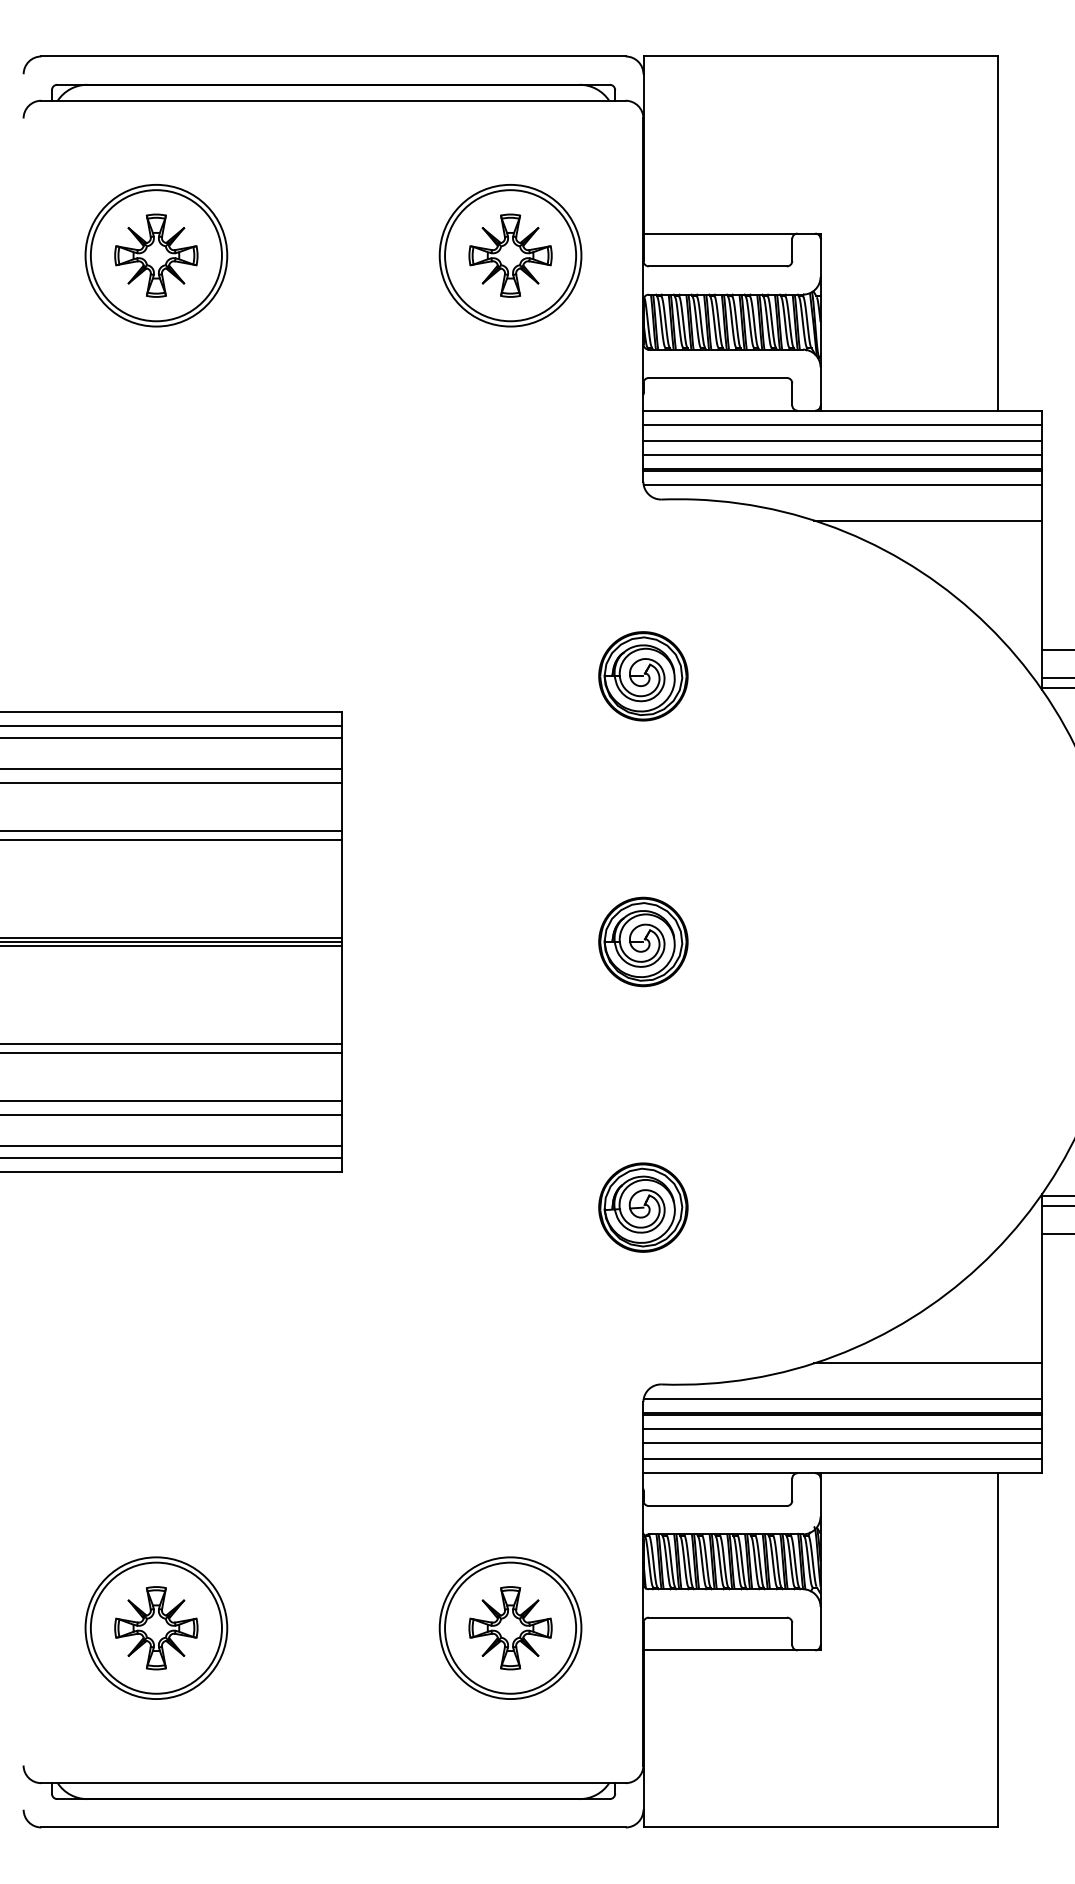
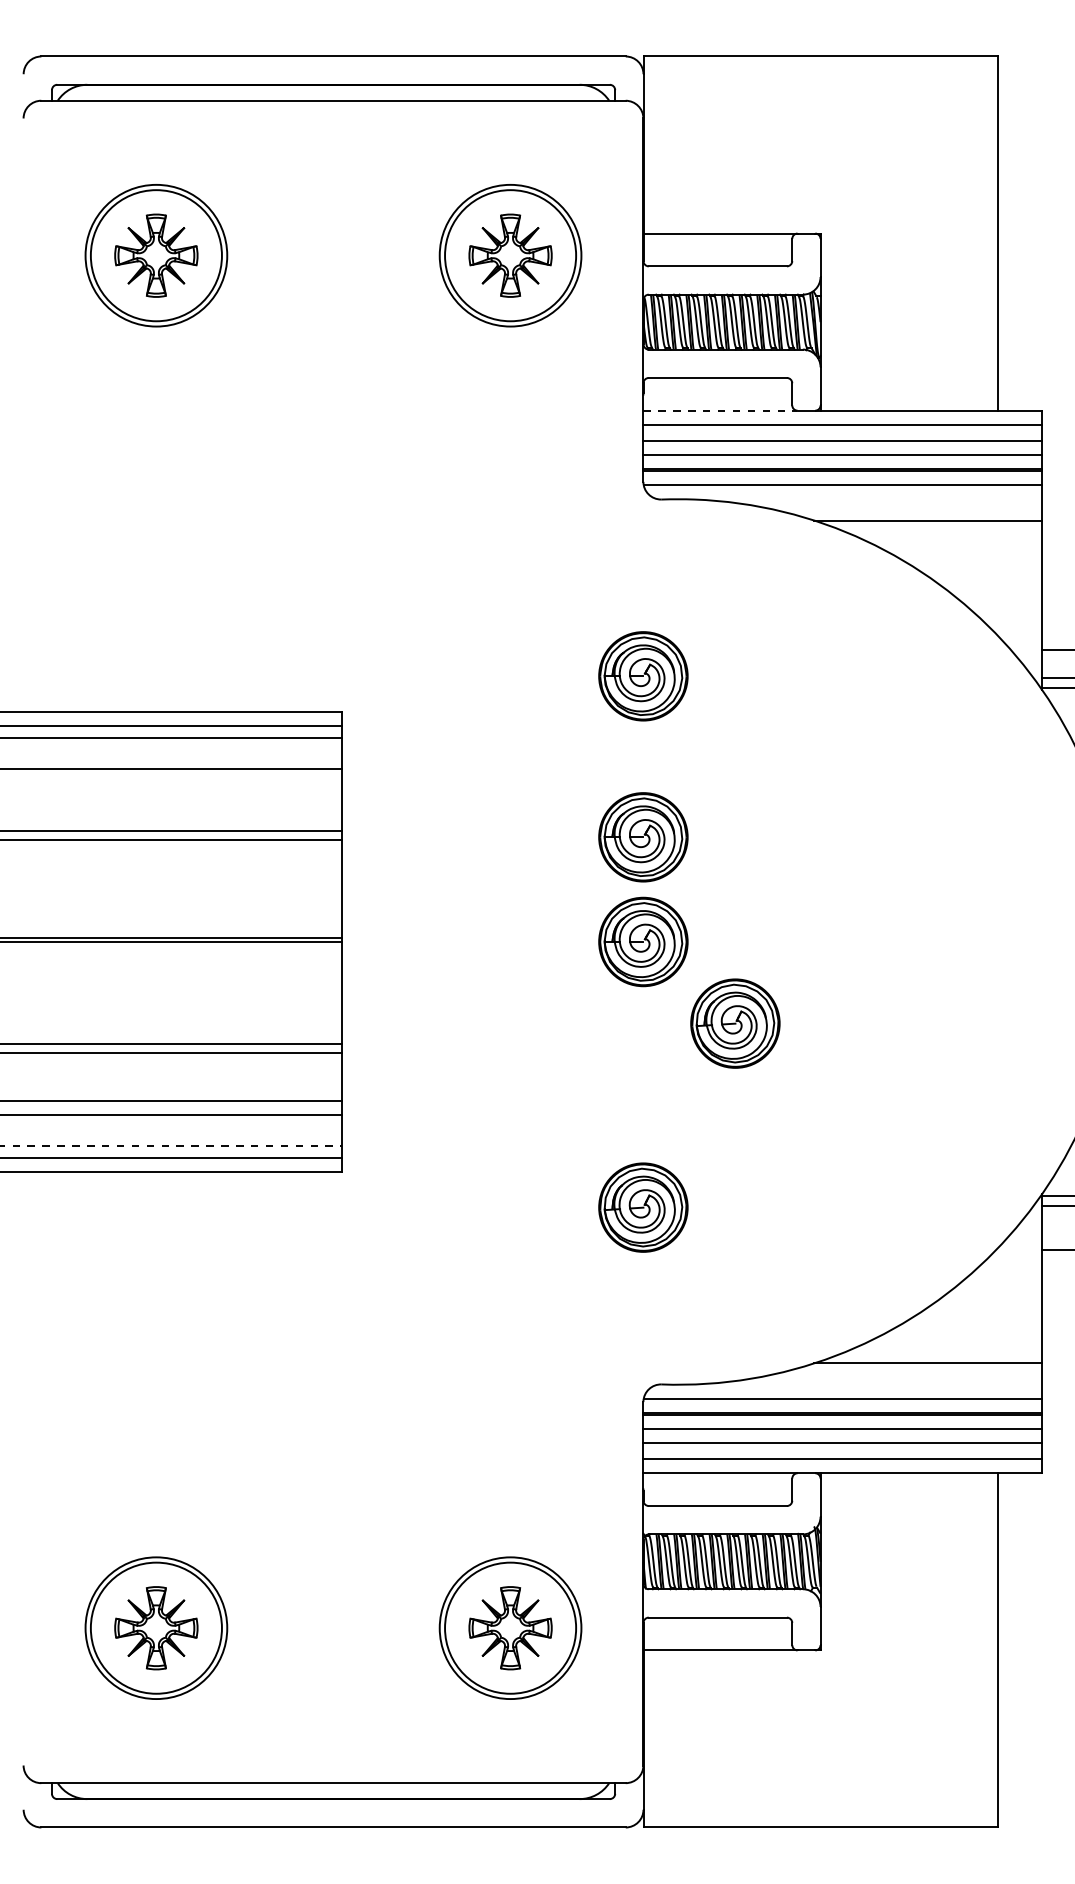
line at (720, 410): solid -> dashed
line at (171, 782): present -> none
part at (643, 837): none -> present
line at (171, 945): present -> none
part at (735, 1023): none -> present
line at (171, 1146): solid -> dashed
line at (1056, 1234) position: (1056, 1234) -> (1056, 1250)
